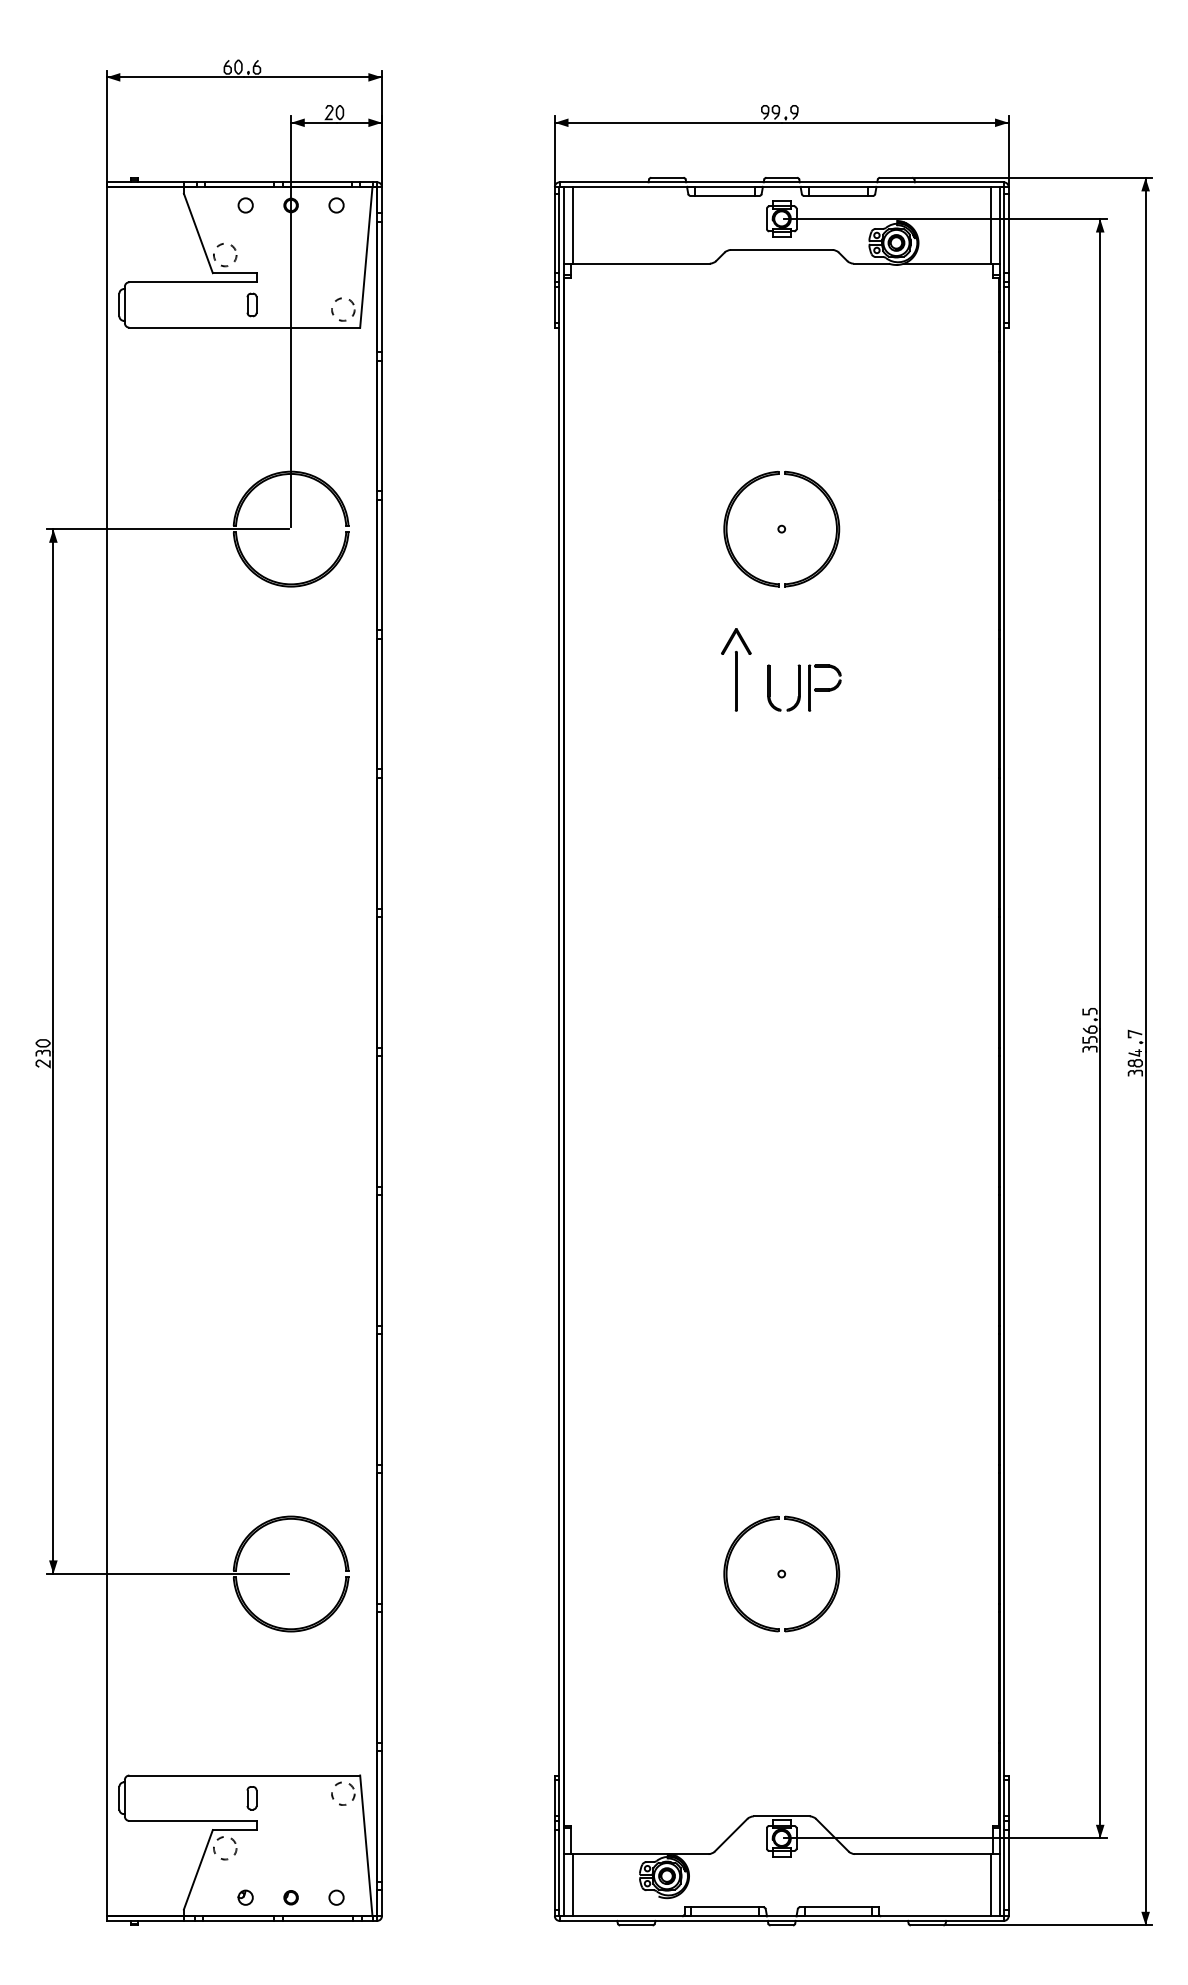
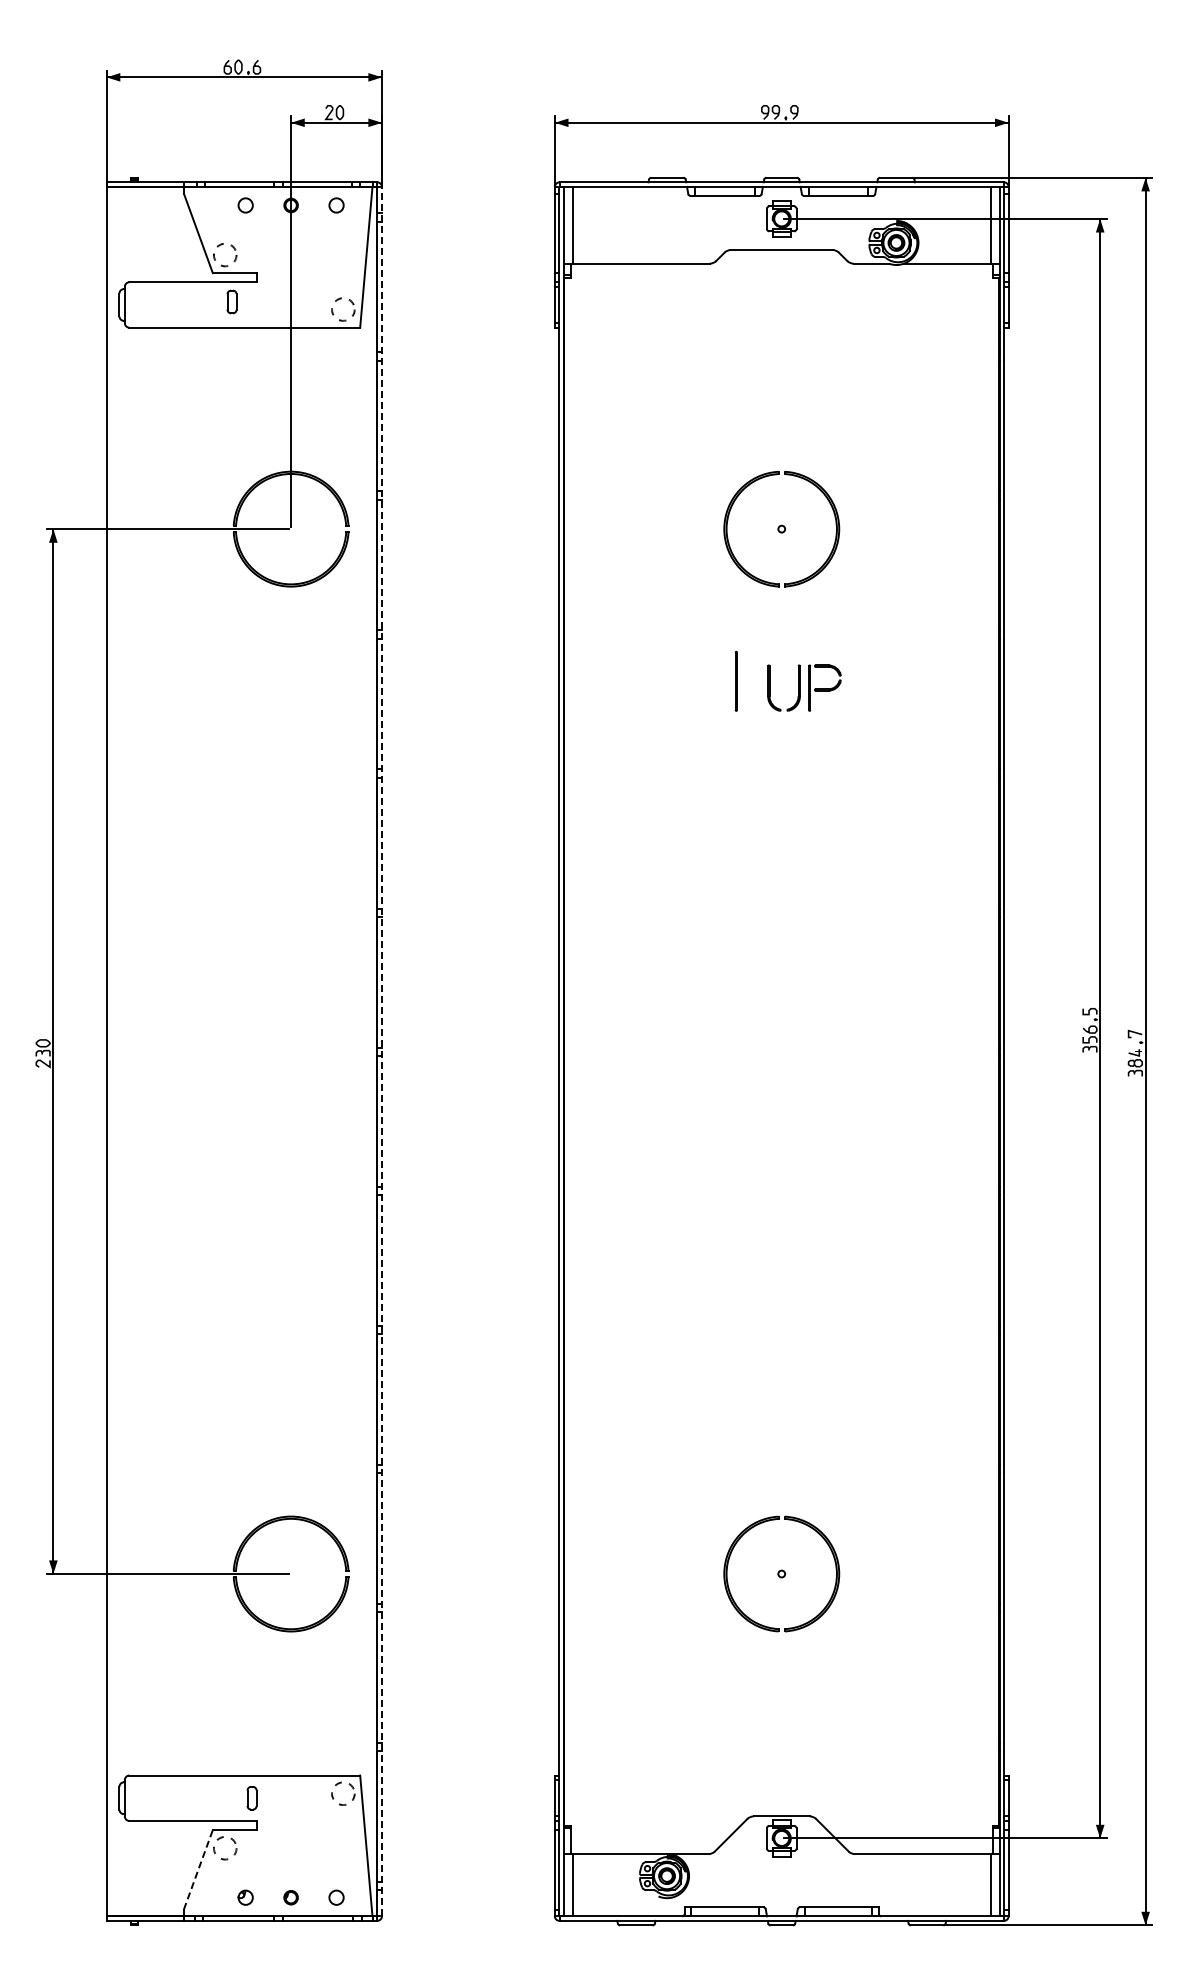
part at (251, 304) position: (251, 304) -> (231, 301)
part at (736, 641): present -> none
line at (381, 1051): solid -> dashed
line at (198, 1869): solid -> dashed
